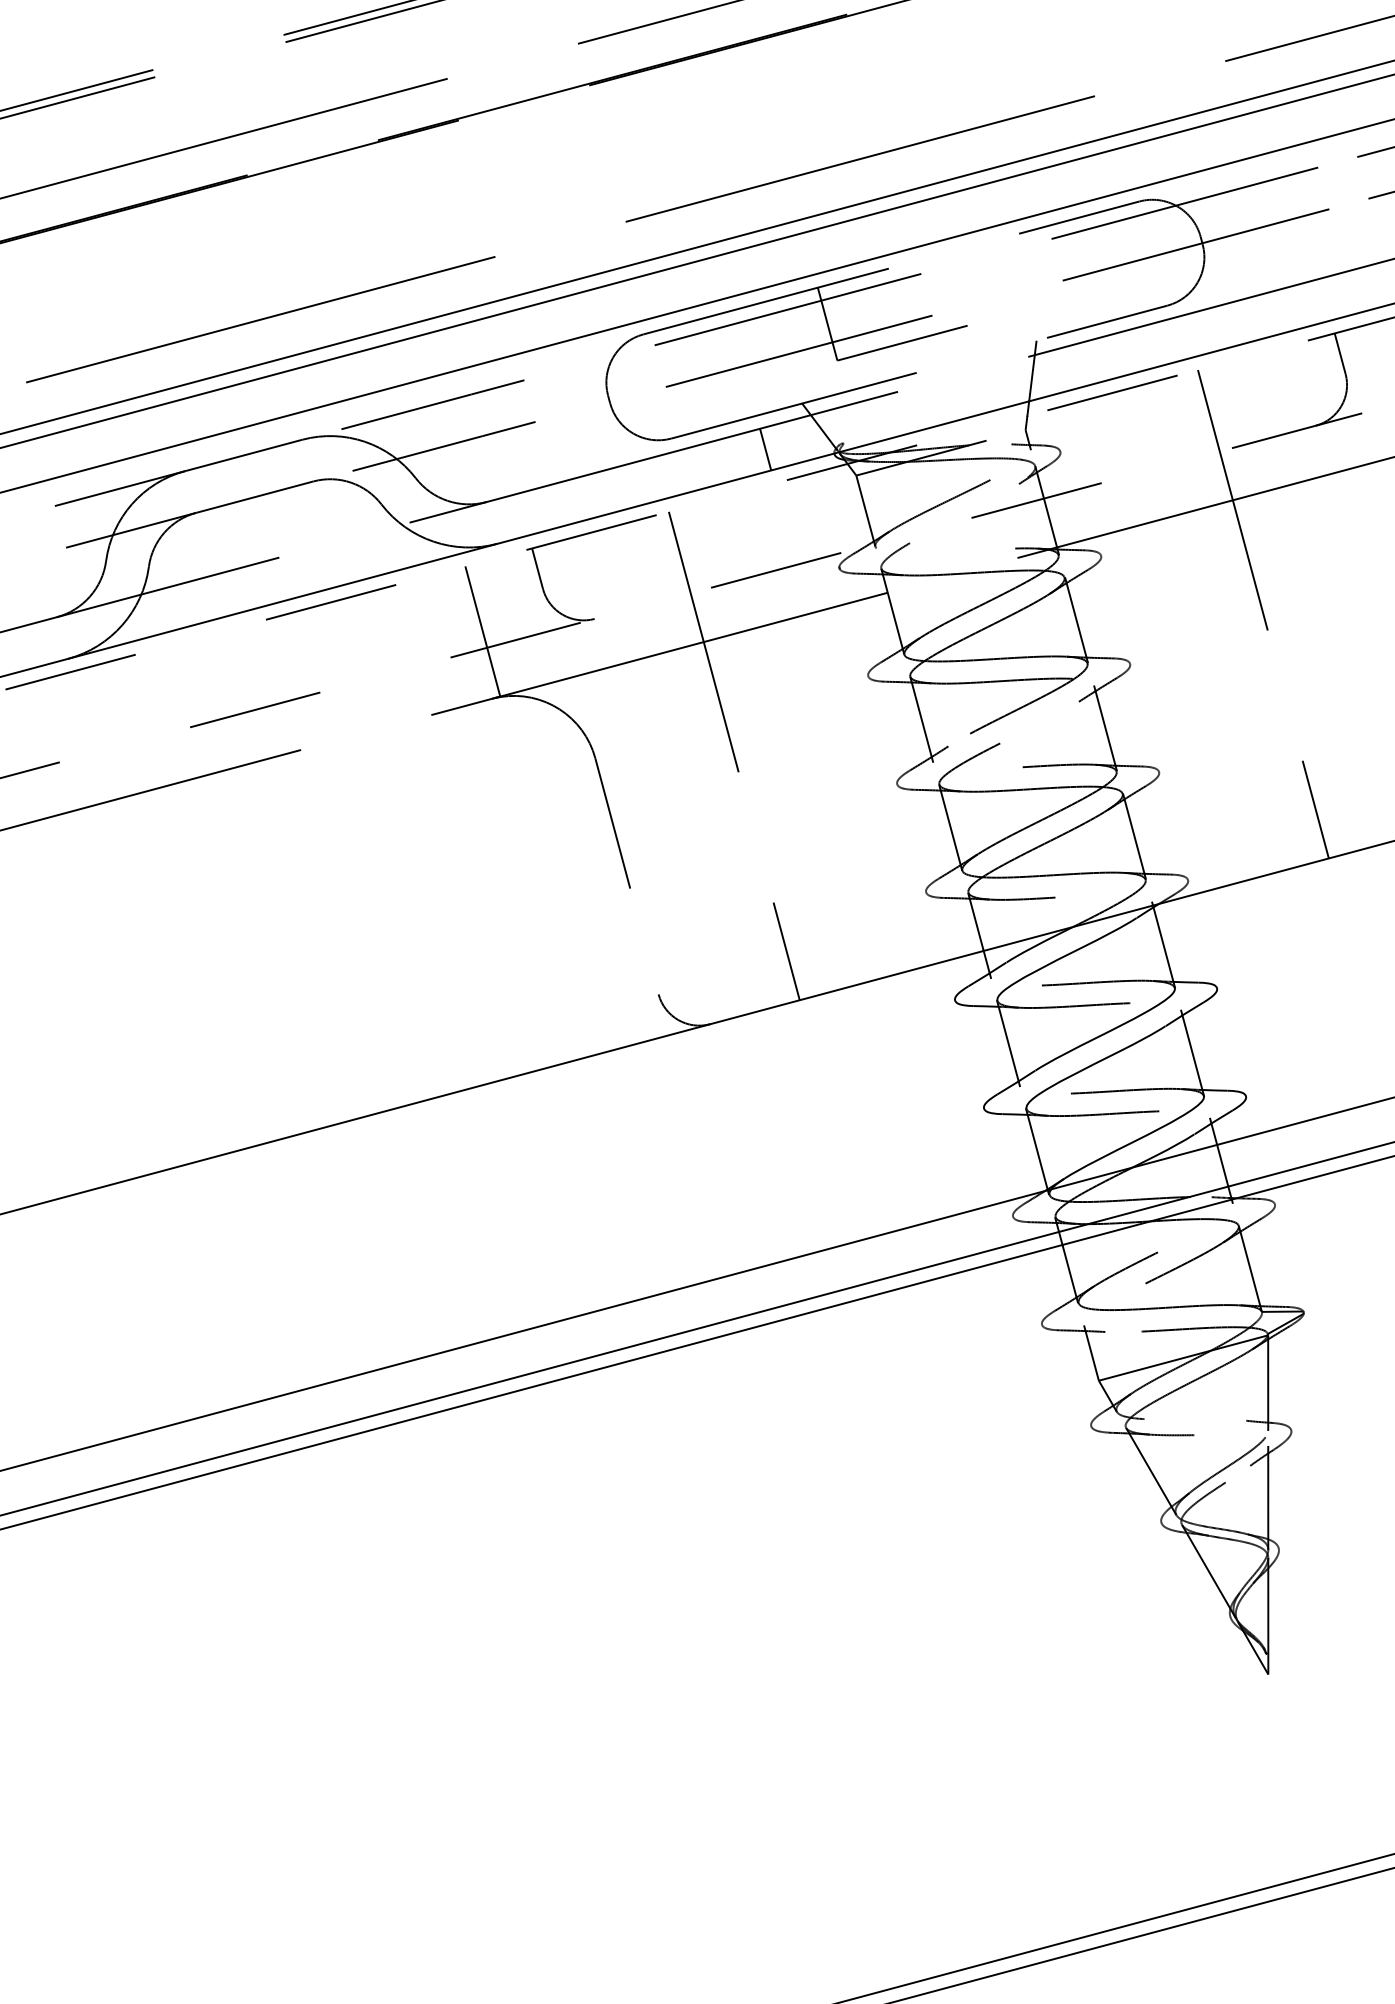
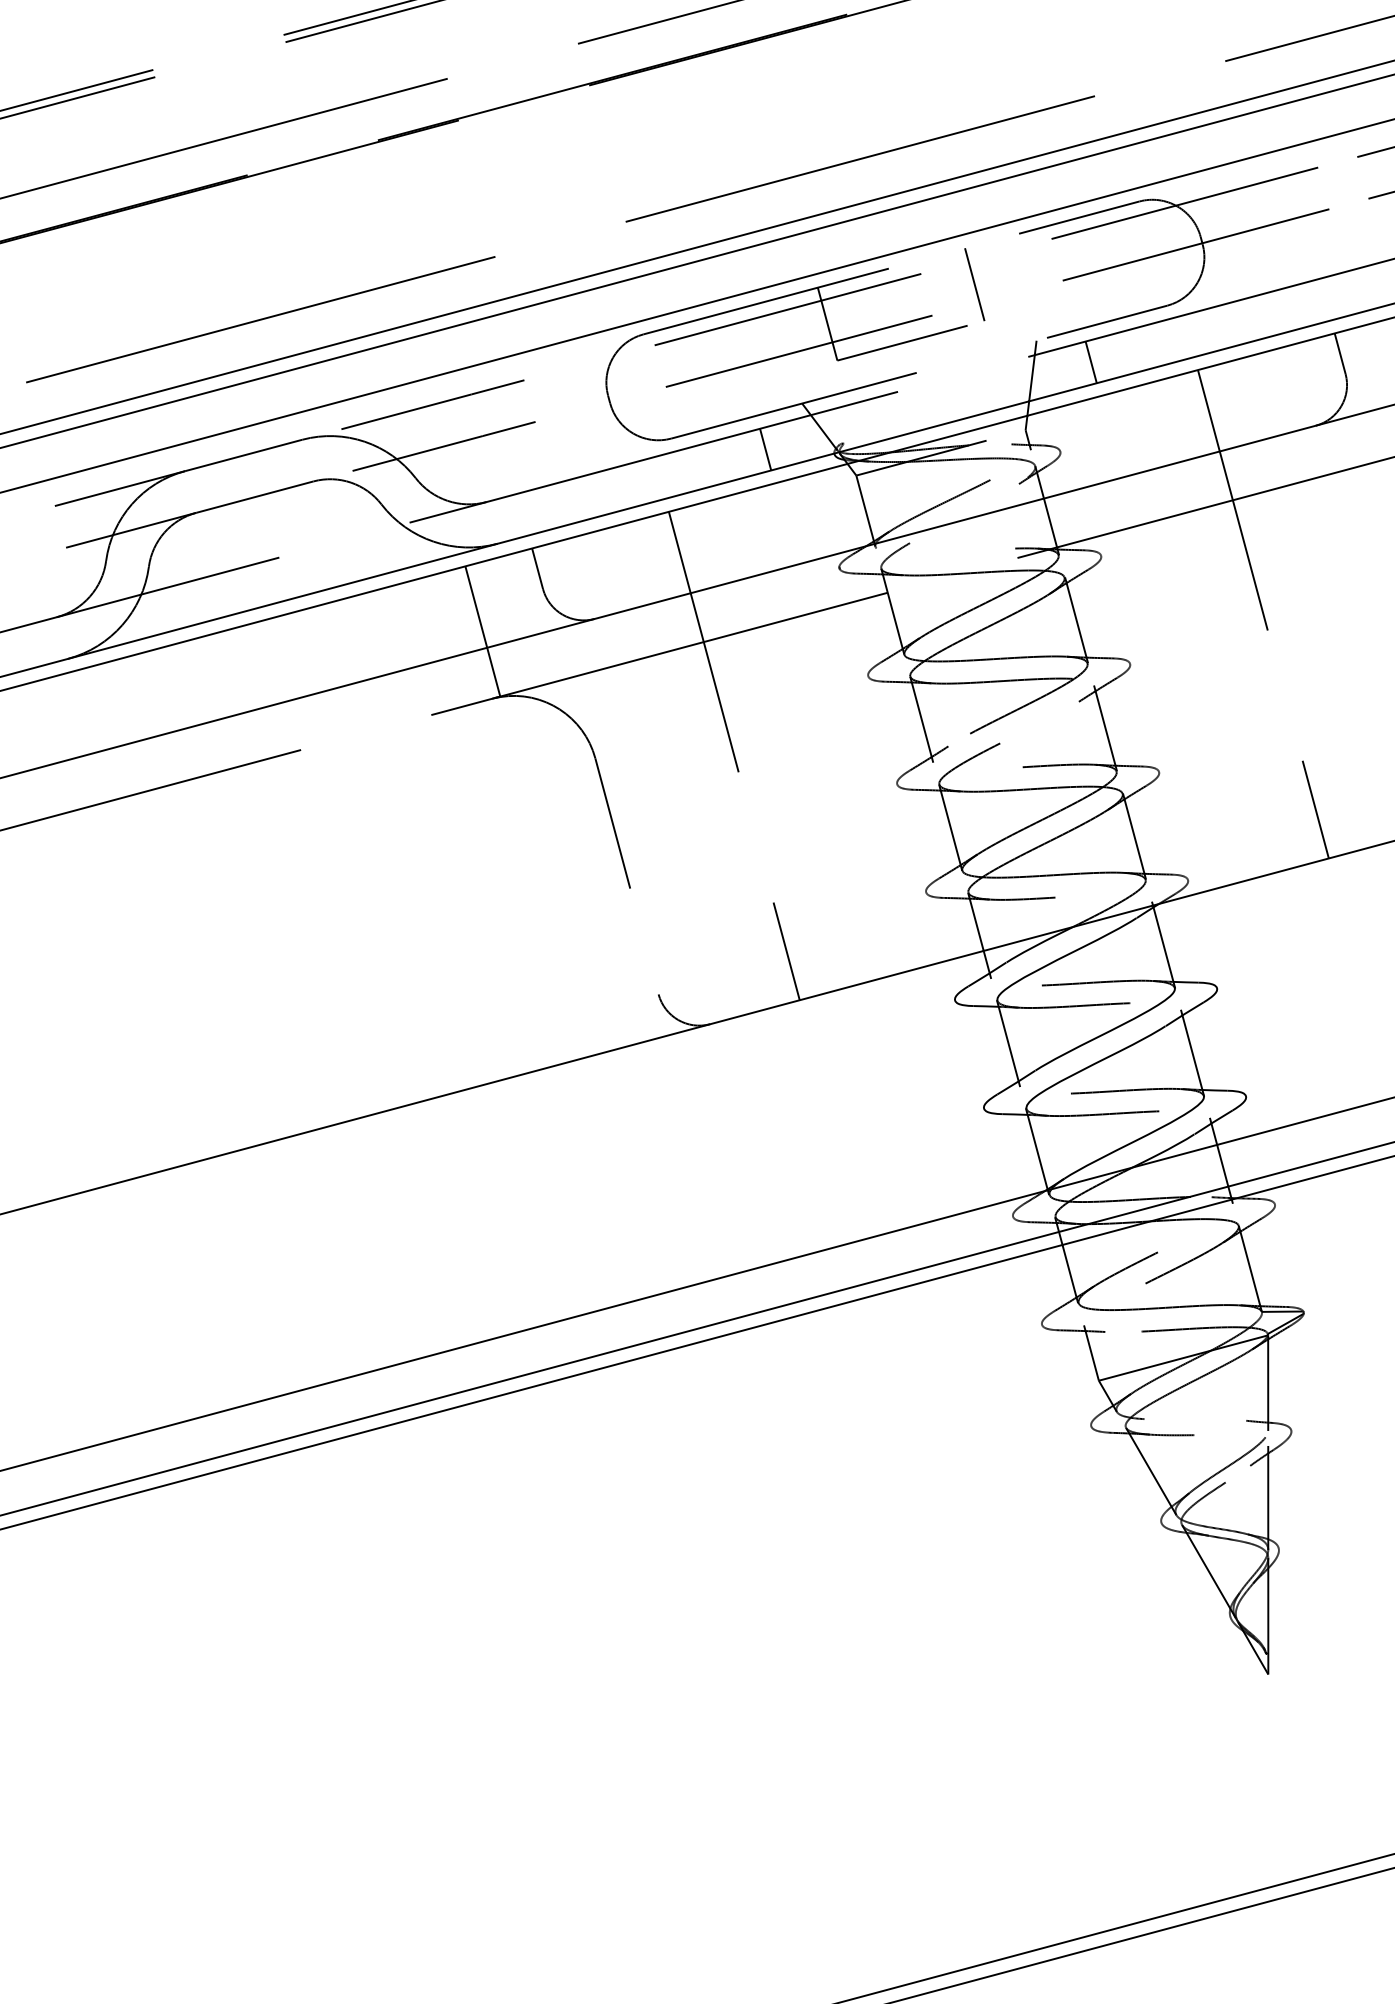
line at (974, 284): none -> present
line at (1090, 362): none -> present
line at (697, 504): dashed -> solid
line at (697, 591): dashed -> solid
